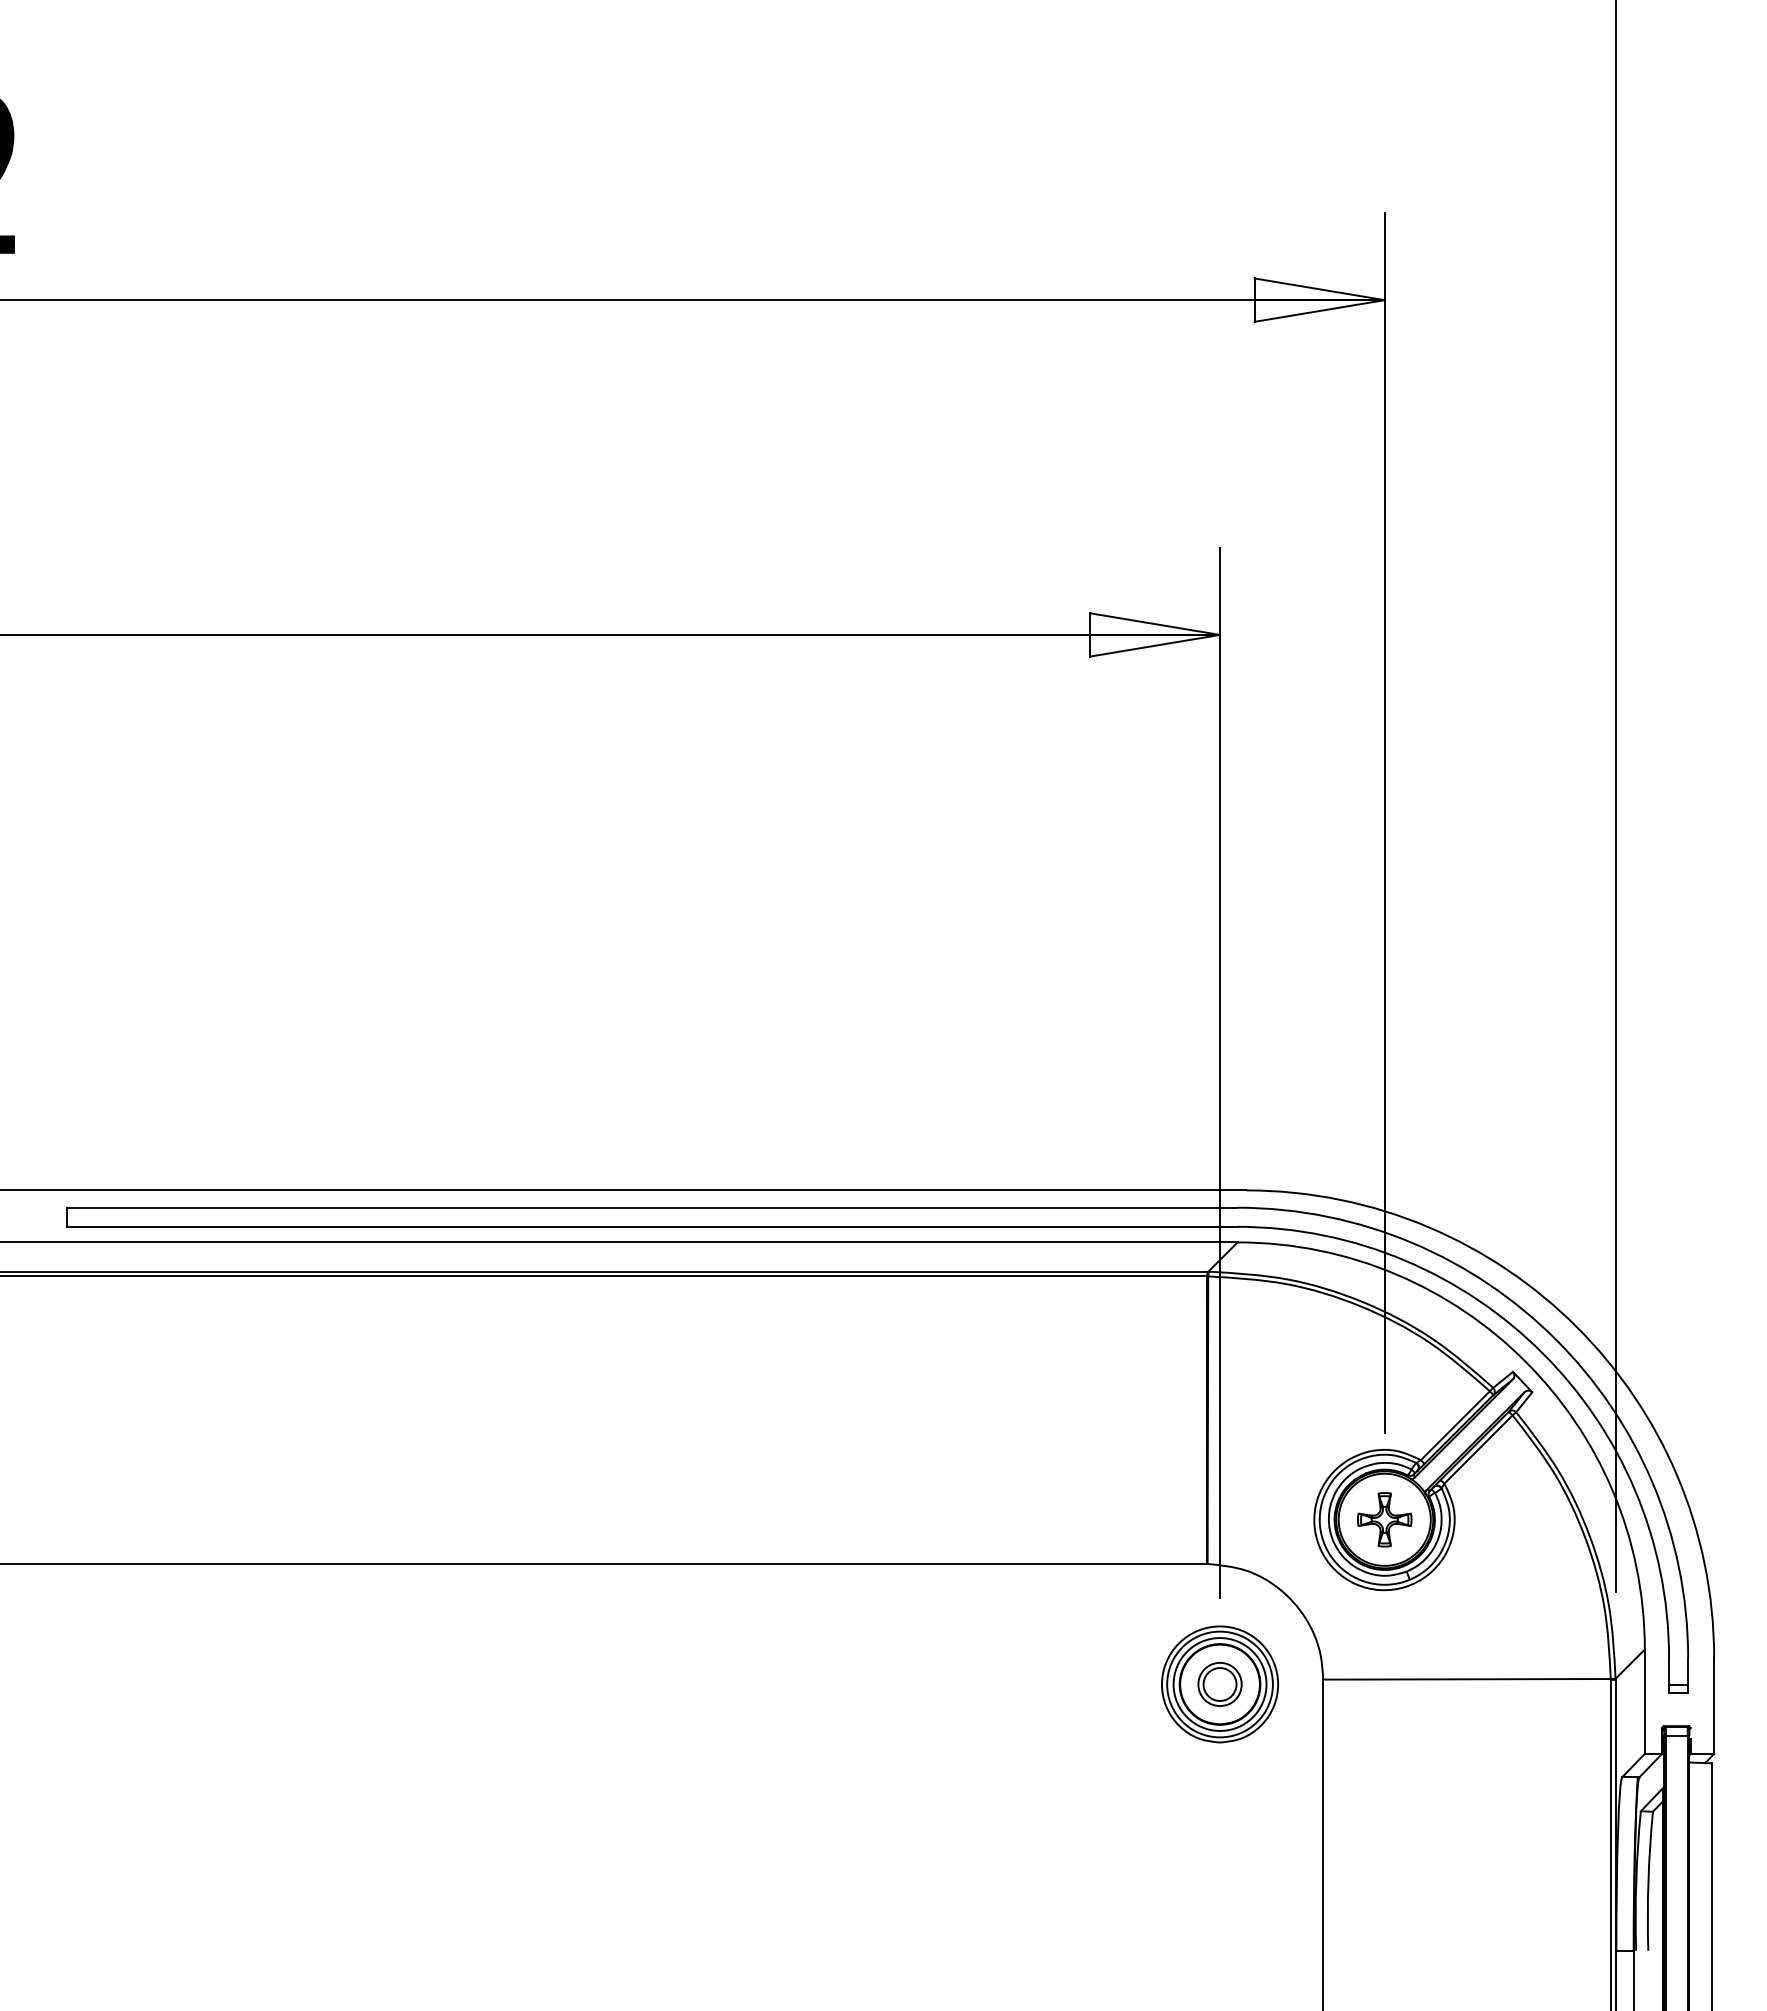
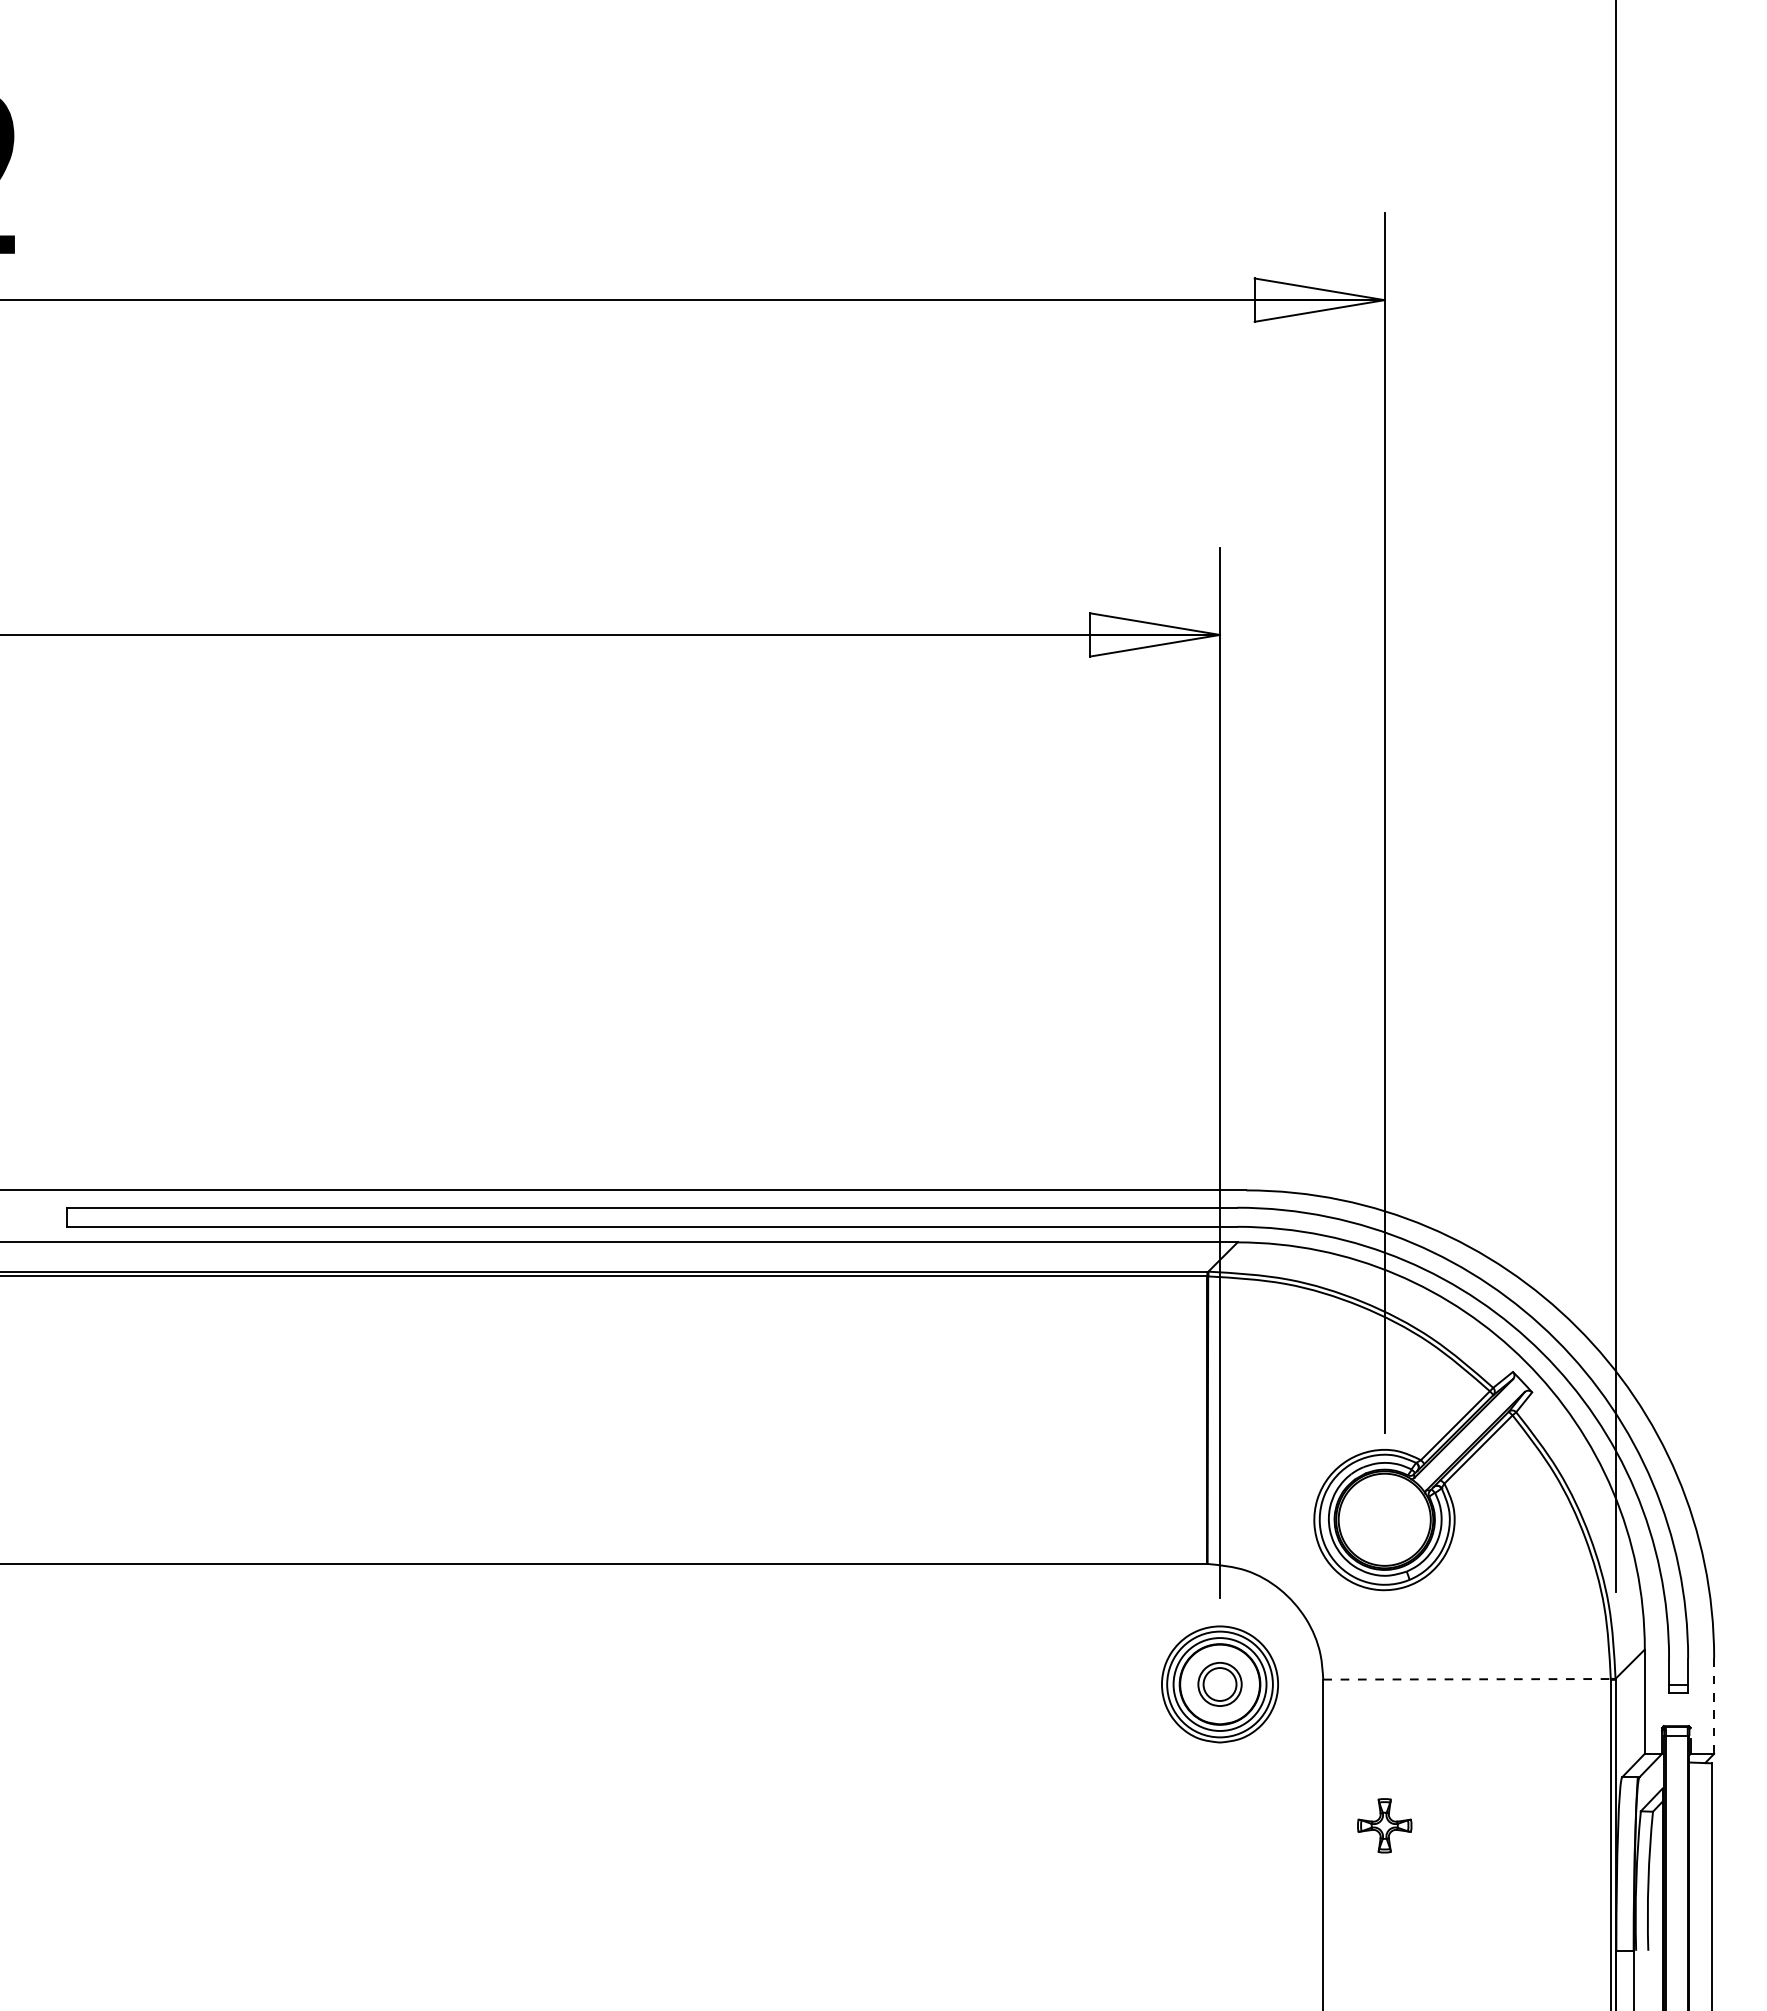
part at (1384, 1519) position: (1384, 1519) -> (1384, 1825)
line at (1467, 1679): solid -> dashed
line at (1714, 1706): solid -> dashed
